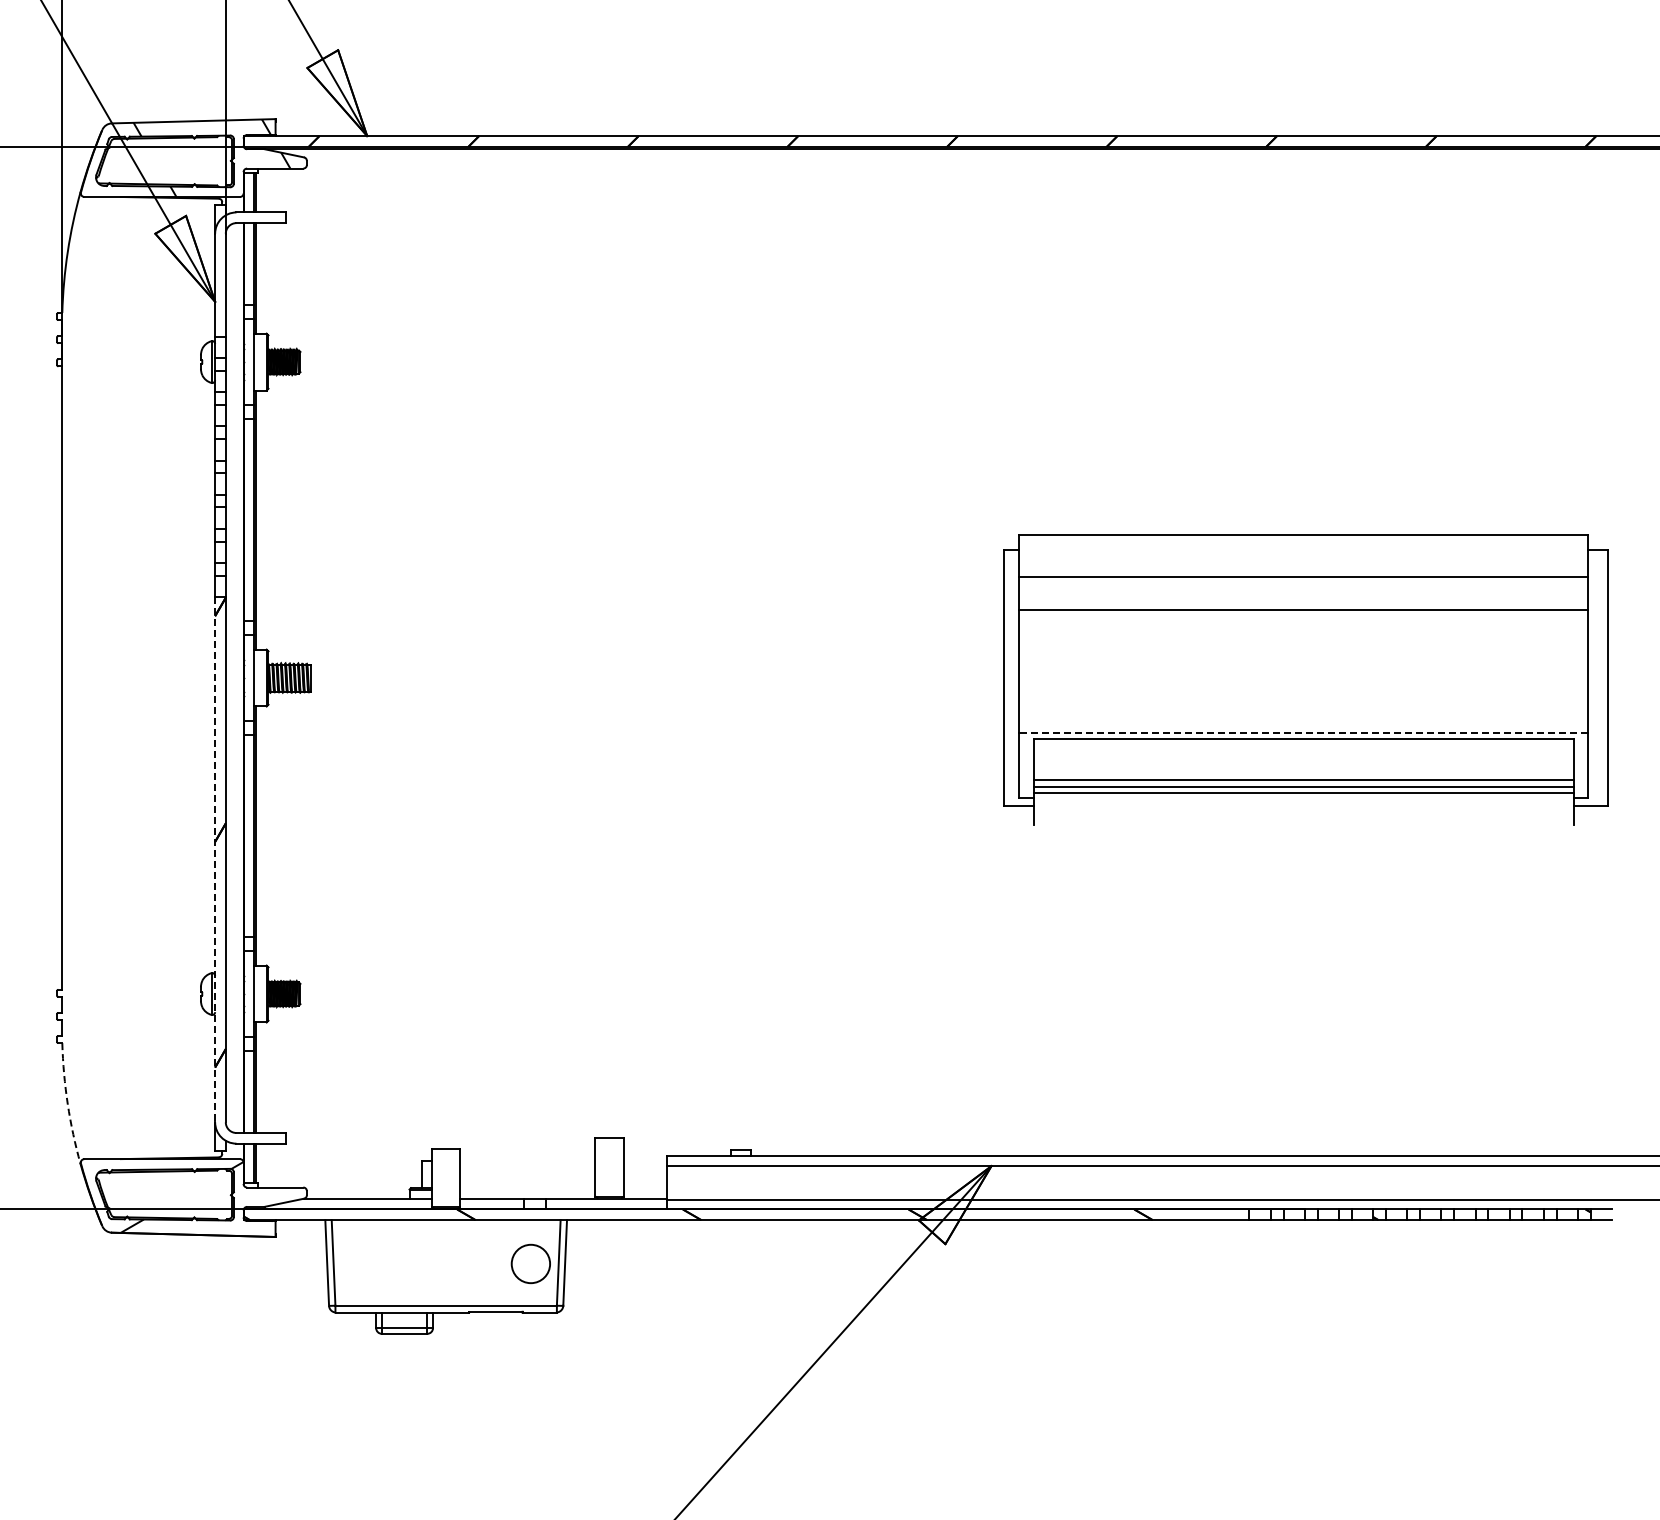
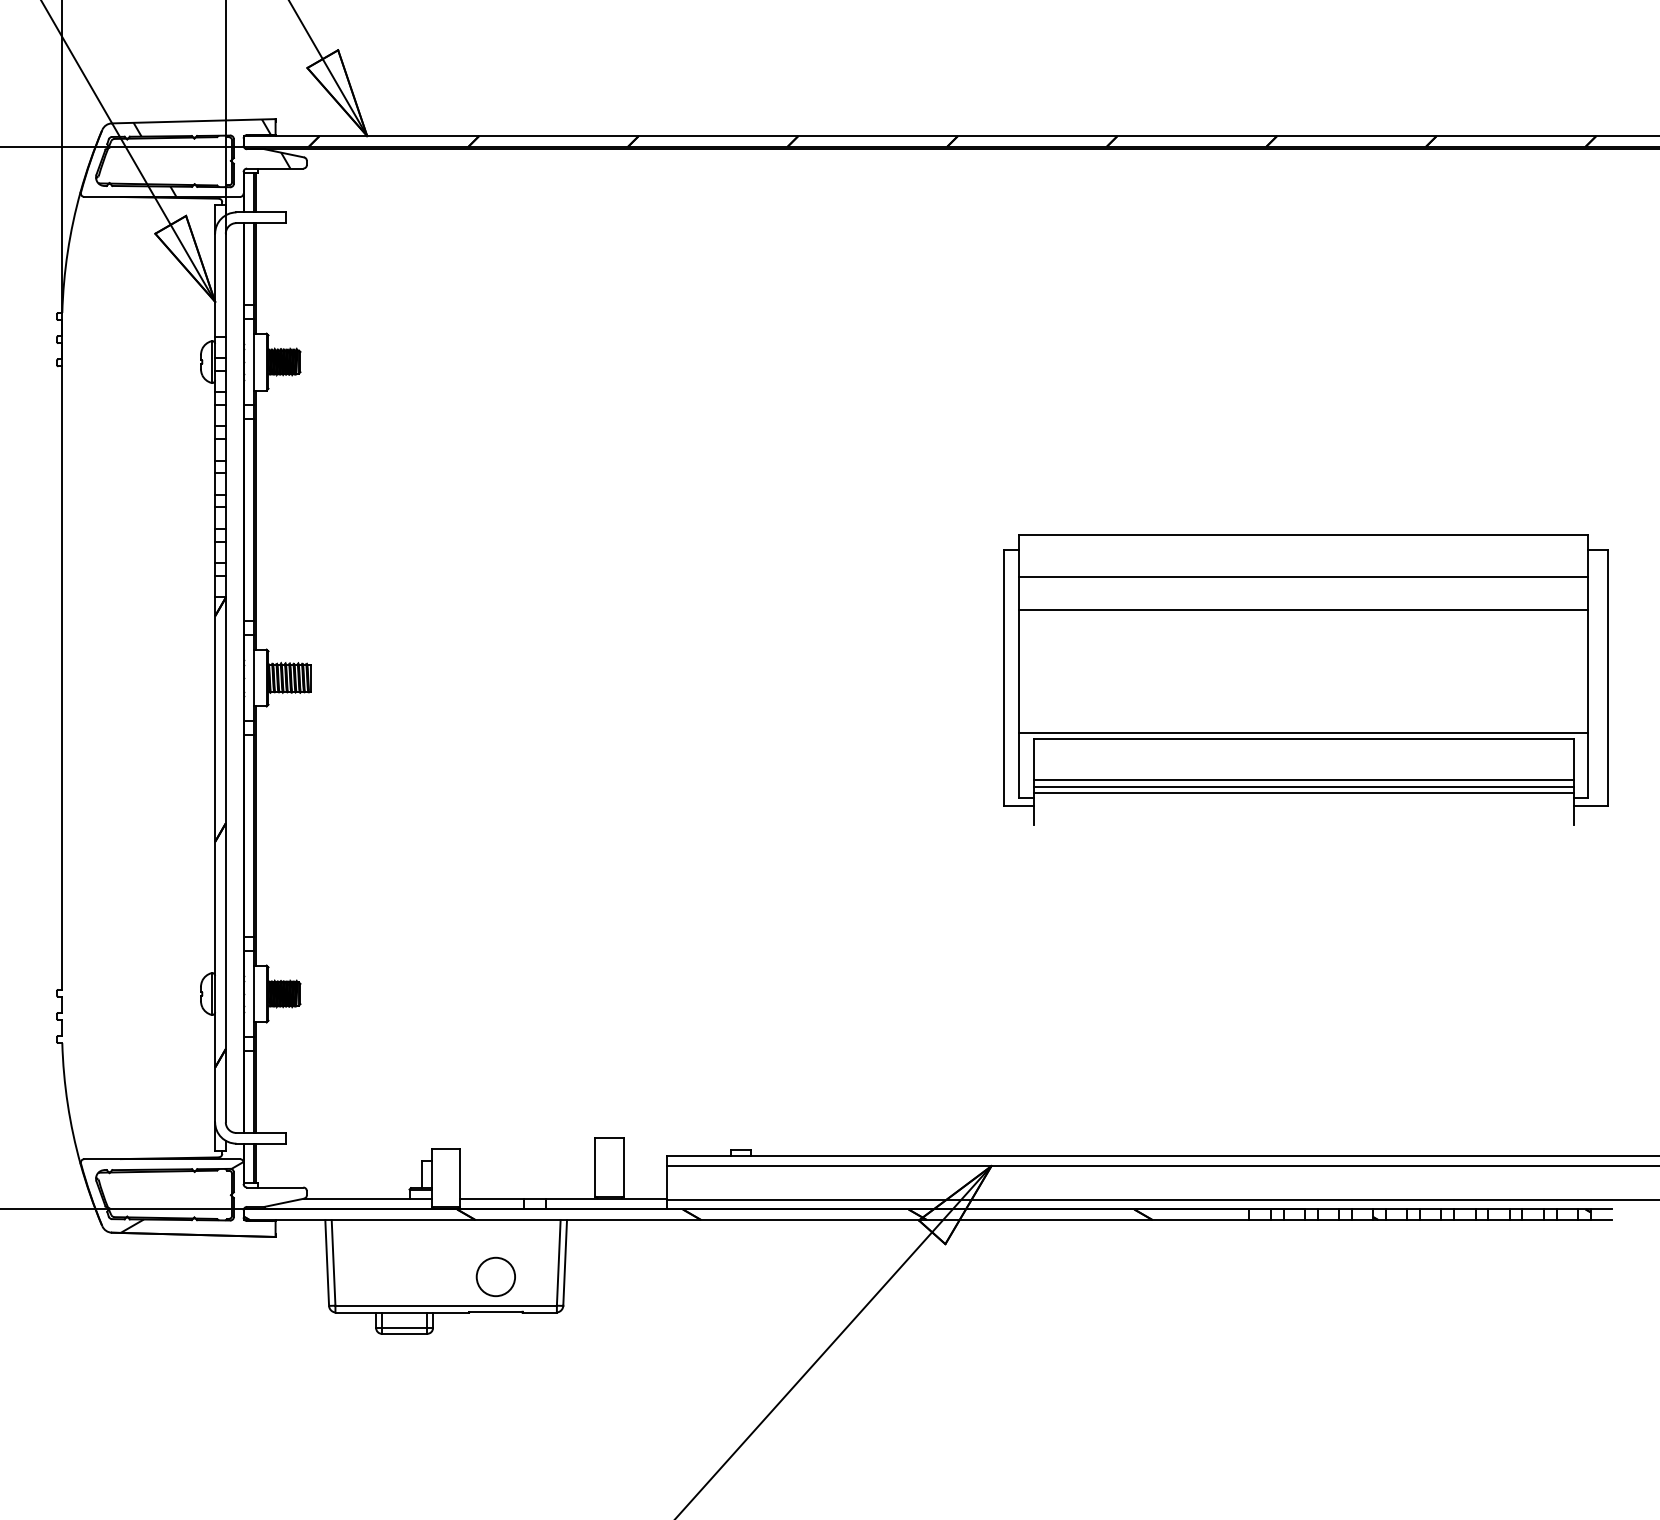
line at (1303, 732): dashed -> solid
line at (215, 859): dashed -> solid
arc at (67, 1104): dashed -> solid
circle at (530, 1263) position: (530, 1263) -> (495, 1276)
